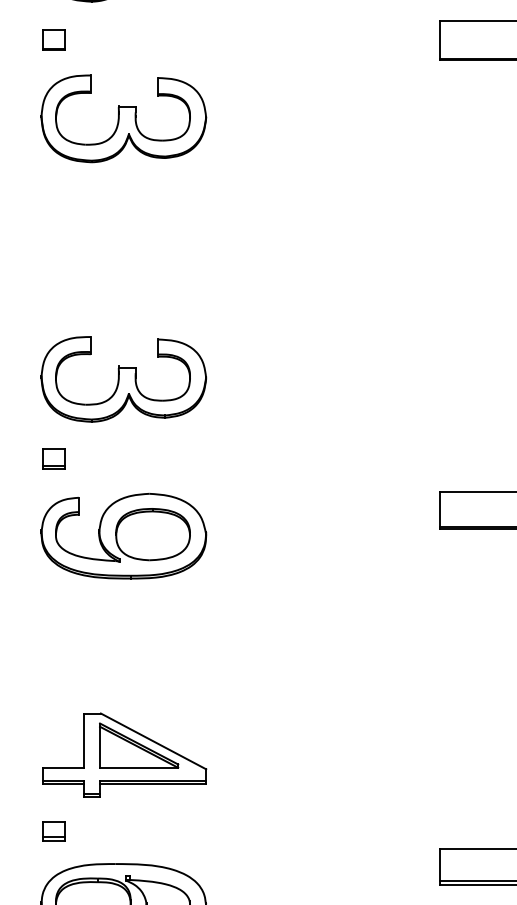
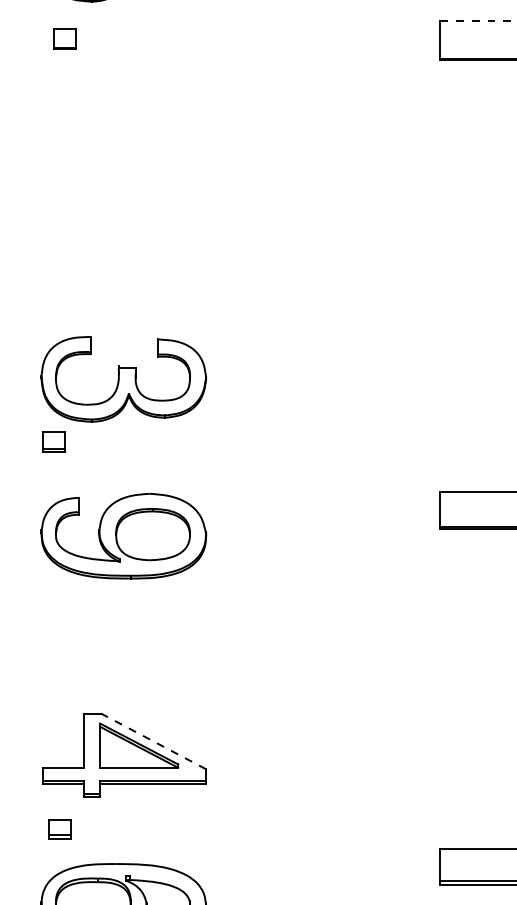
line at (478, 21): solid -> dashed
part at (53, 39) position: (53, 39) -> (64, 38)
part at (123, 118): present -> none
part at (53, 458) position: (53, 458) -> (53, 441)
line at (153, 741): solid -> dashed
part at (53, 831) position: (53, 831) -> (59, 829)
